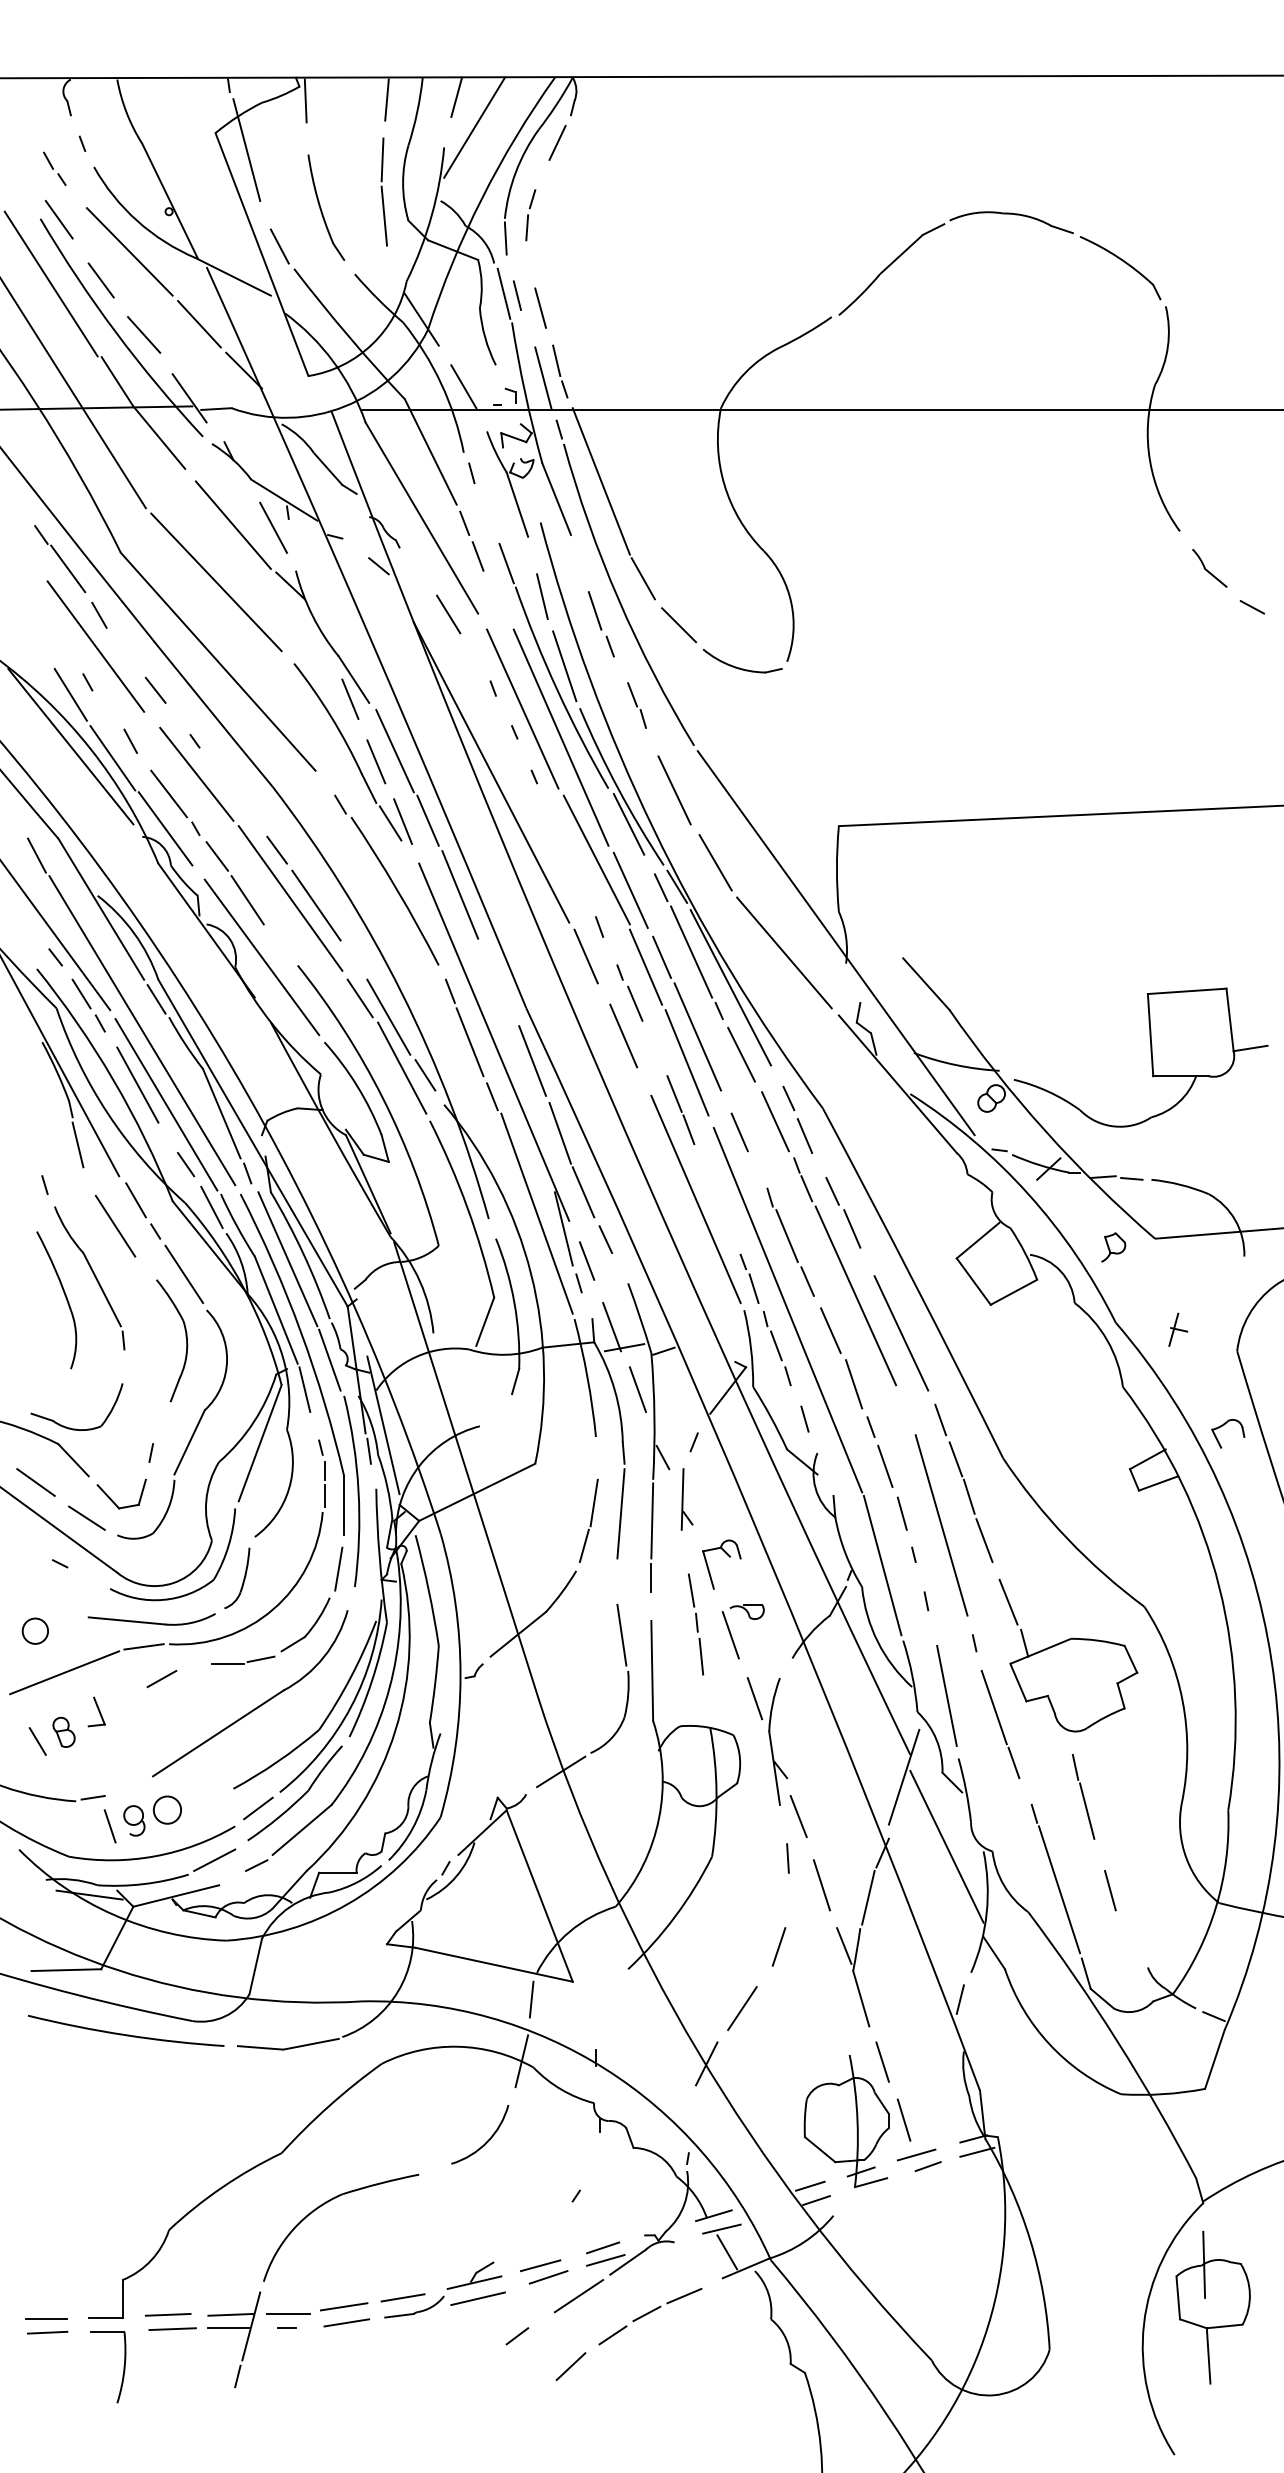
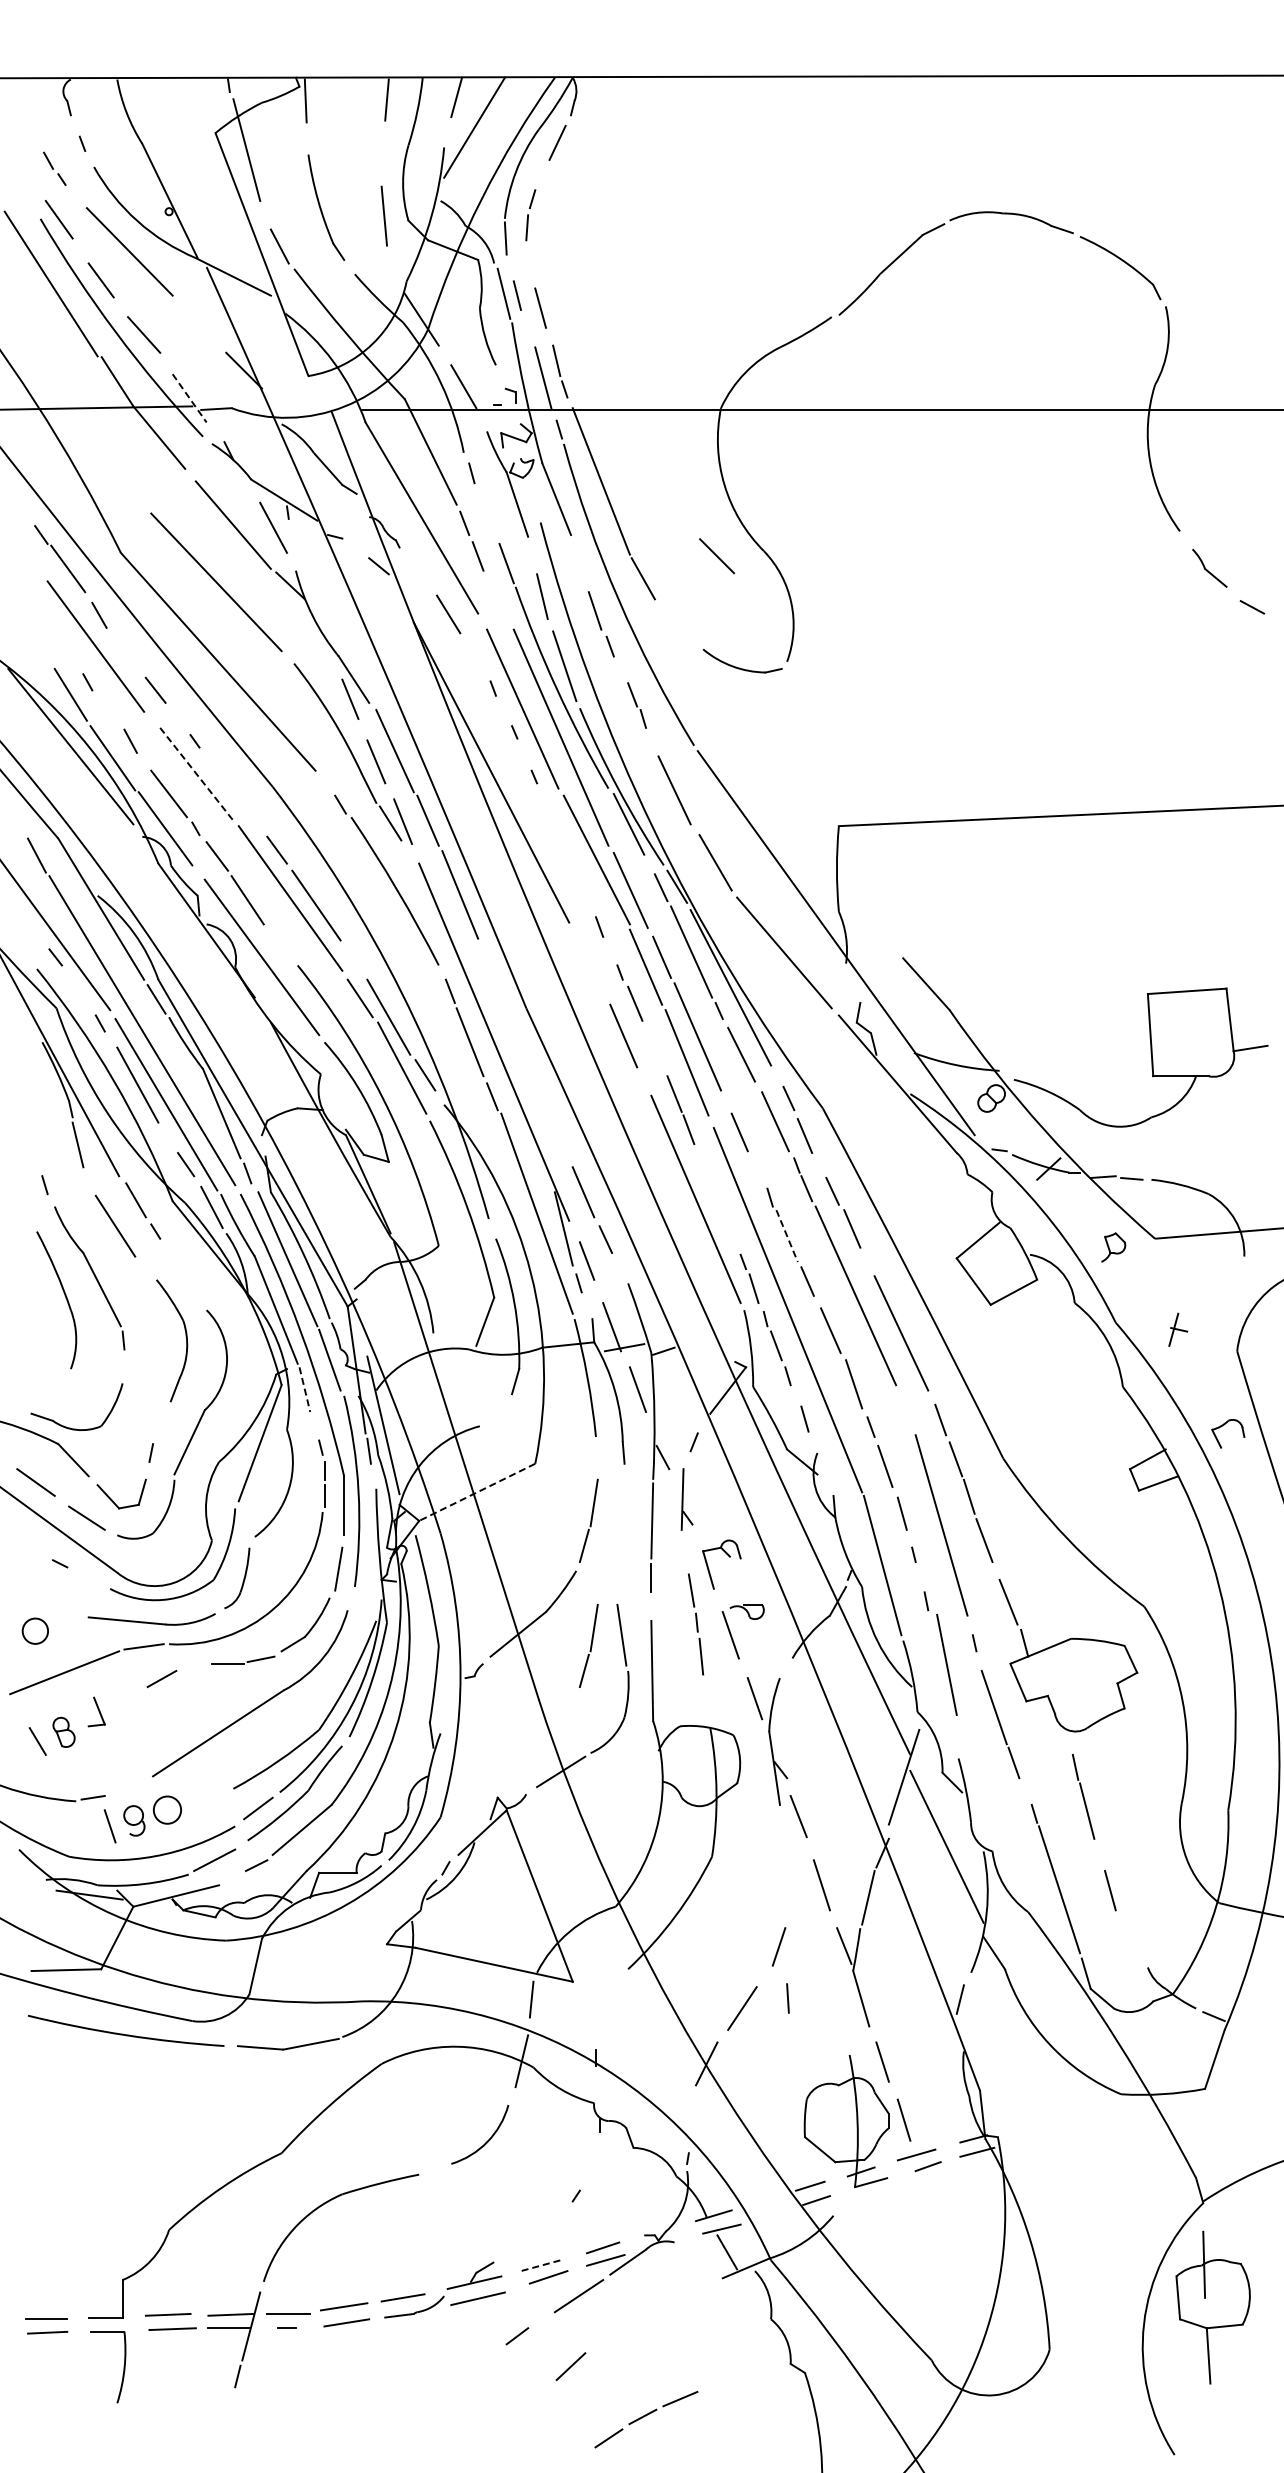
line at (382, 159): present -> none
line at (199, 324): present -> none
line at (73, 394): present -> none
line at (189, 398): solid -> dashed
line at (679, 625) position: (679, 625) -> (717, 556)
line at (197, 774): solid -> dashed
line at (585, 956): present -> none
line at (81, 993): present -> none
line at (532, 1060): present -> none
line at (559, 1132): present -> none
line at (787, 1236): solid -> dashed
line at (184, 1274): present -> none
line at (304, 1389): solid -> dashed
line at (477, 1492): solid -> dashed
line at (620, 1513): present -> none
part at (588, 1645): none -> present
line at (946, 1695) position: (946, 1695) -> (946, 1664)
line at (787, 1858) position: (787, 1858) -> (787, 1998)
line at (540, 2265): solid -> dashed
part at (650, 2316) position: (650, 2316) -> (646, 2419)
